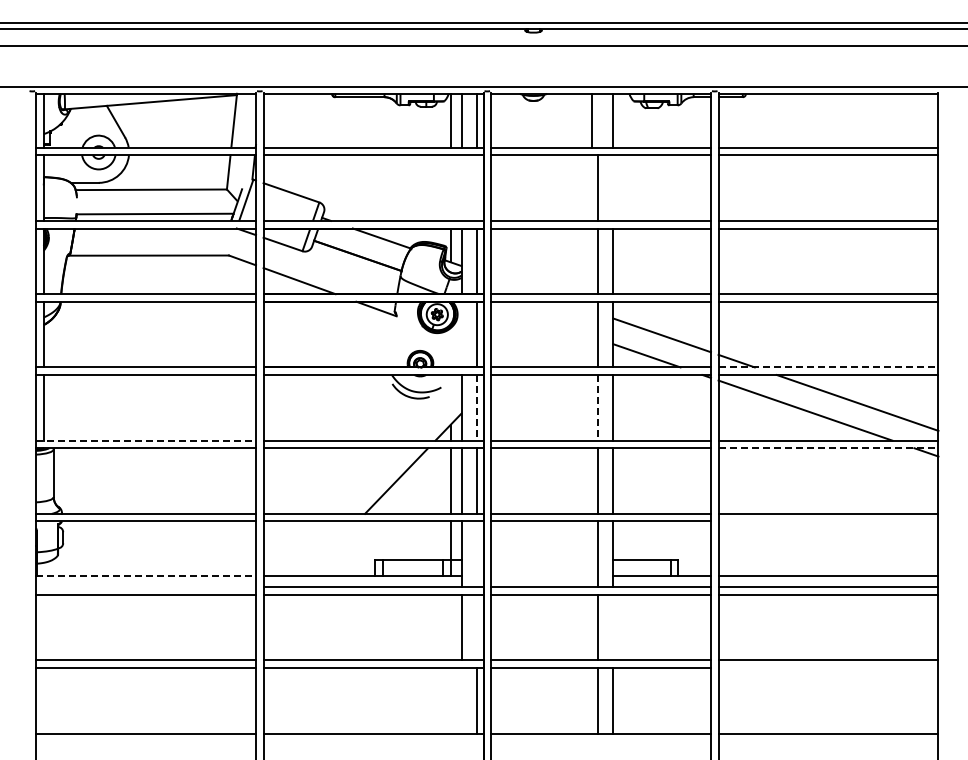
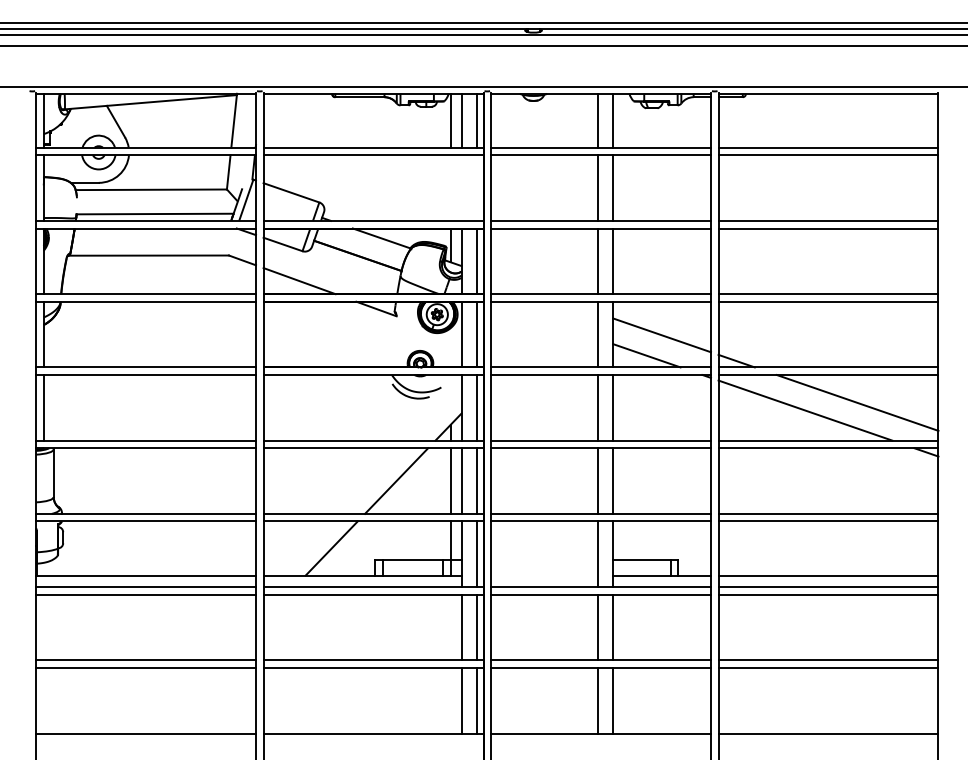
line at (483, 34): none -> present
line at (591, 120) position: (591, 120) -> (597, 120)
line at (613, 187): none -> present
line at (461, 334): none -> present
line at (828, 367): dashed -> solid
line at (476, 407): dashed -> solid
line at (597, 407): dashed -> solid
line at (146, 440): dashed -> solid
line at (828, 448): dashed -> solid
line at (828, 521): none -> present
line at (331, 548): none -> present
line at (476, 554): none -> present
line at (146, 575): dashed -> solid
line at (146, 587): none -> present
line at (476, 627): none -> present
line at (613, 627): none -> present
line at (828, 667): none -> present
line at (461, 700): none -> present
